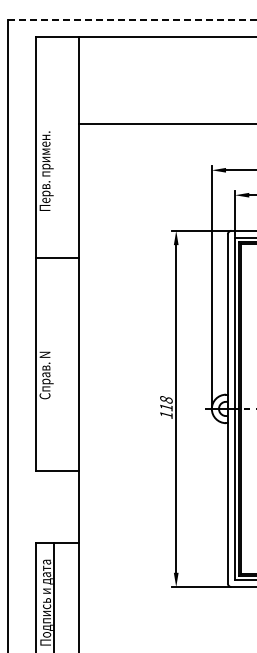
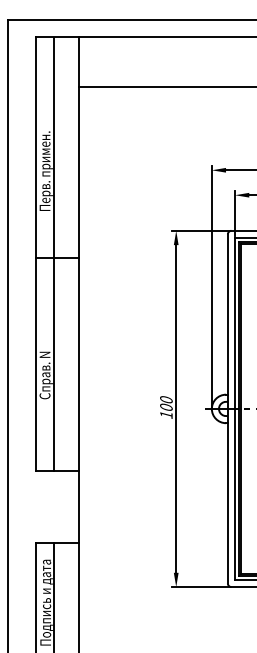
line at (132, 19): dashed -> solid
line at (166, 123) position: (166, 123) -> (166, 86)
line at (54, 254): none -> present
text at (166, 403): 118 -> 100
